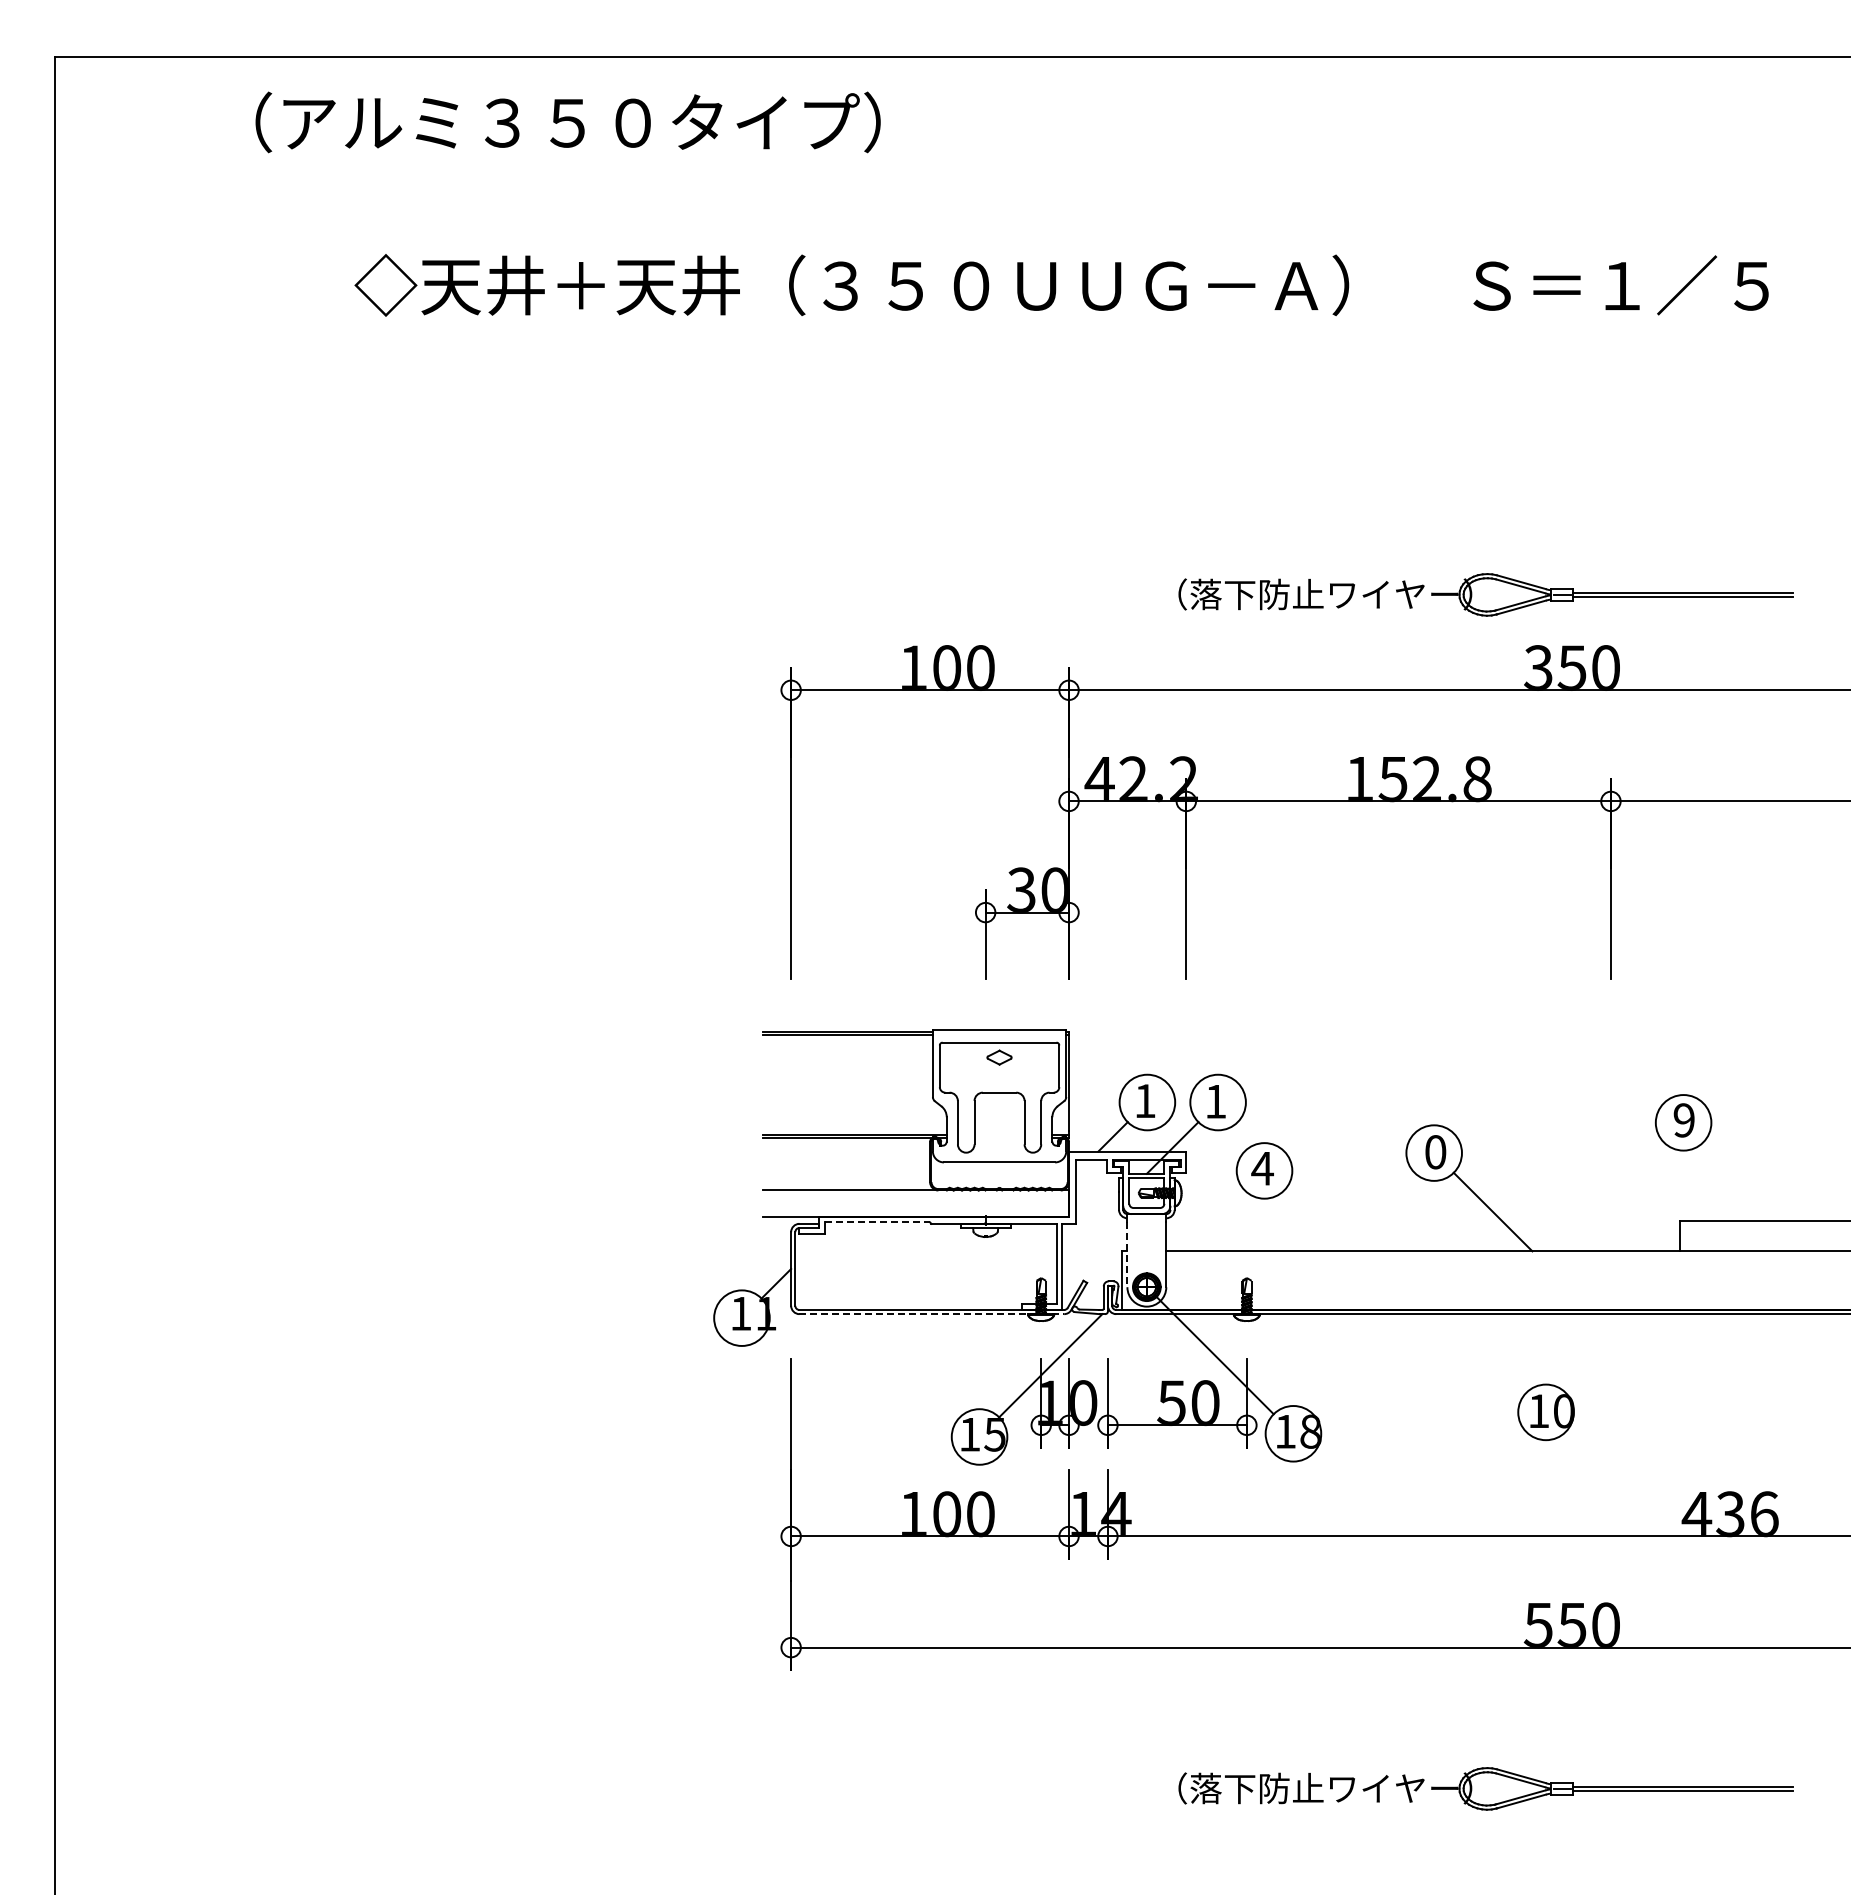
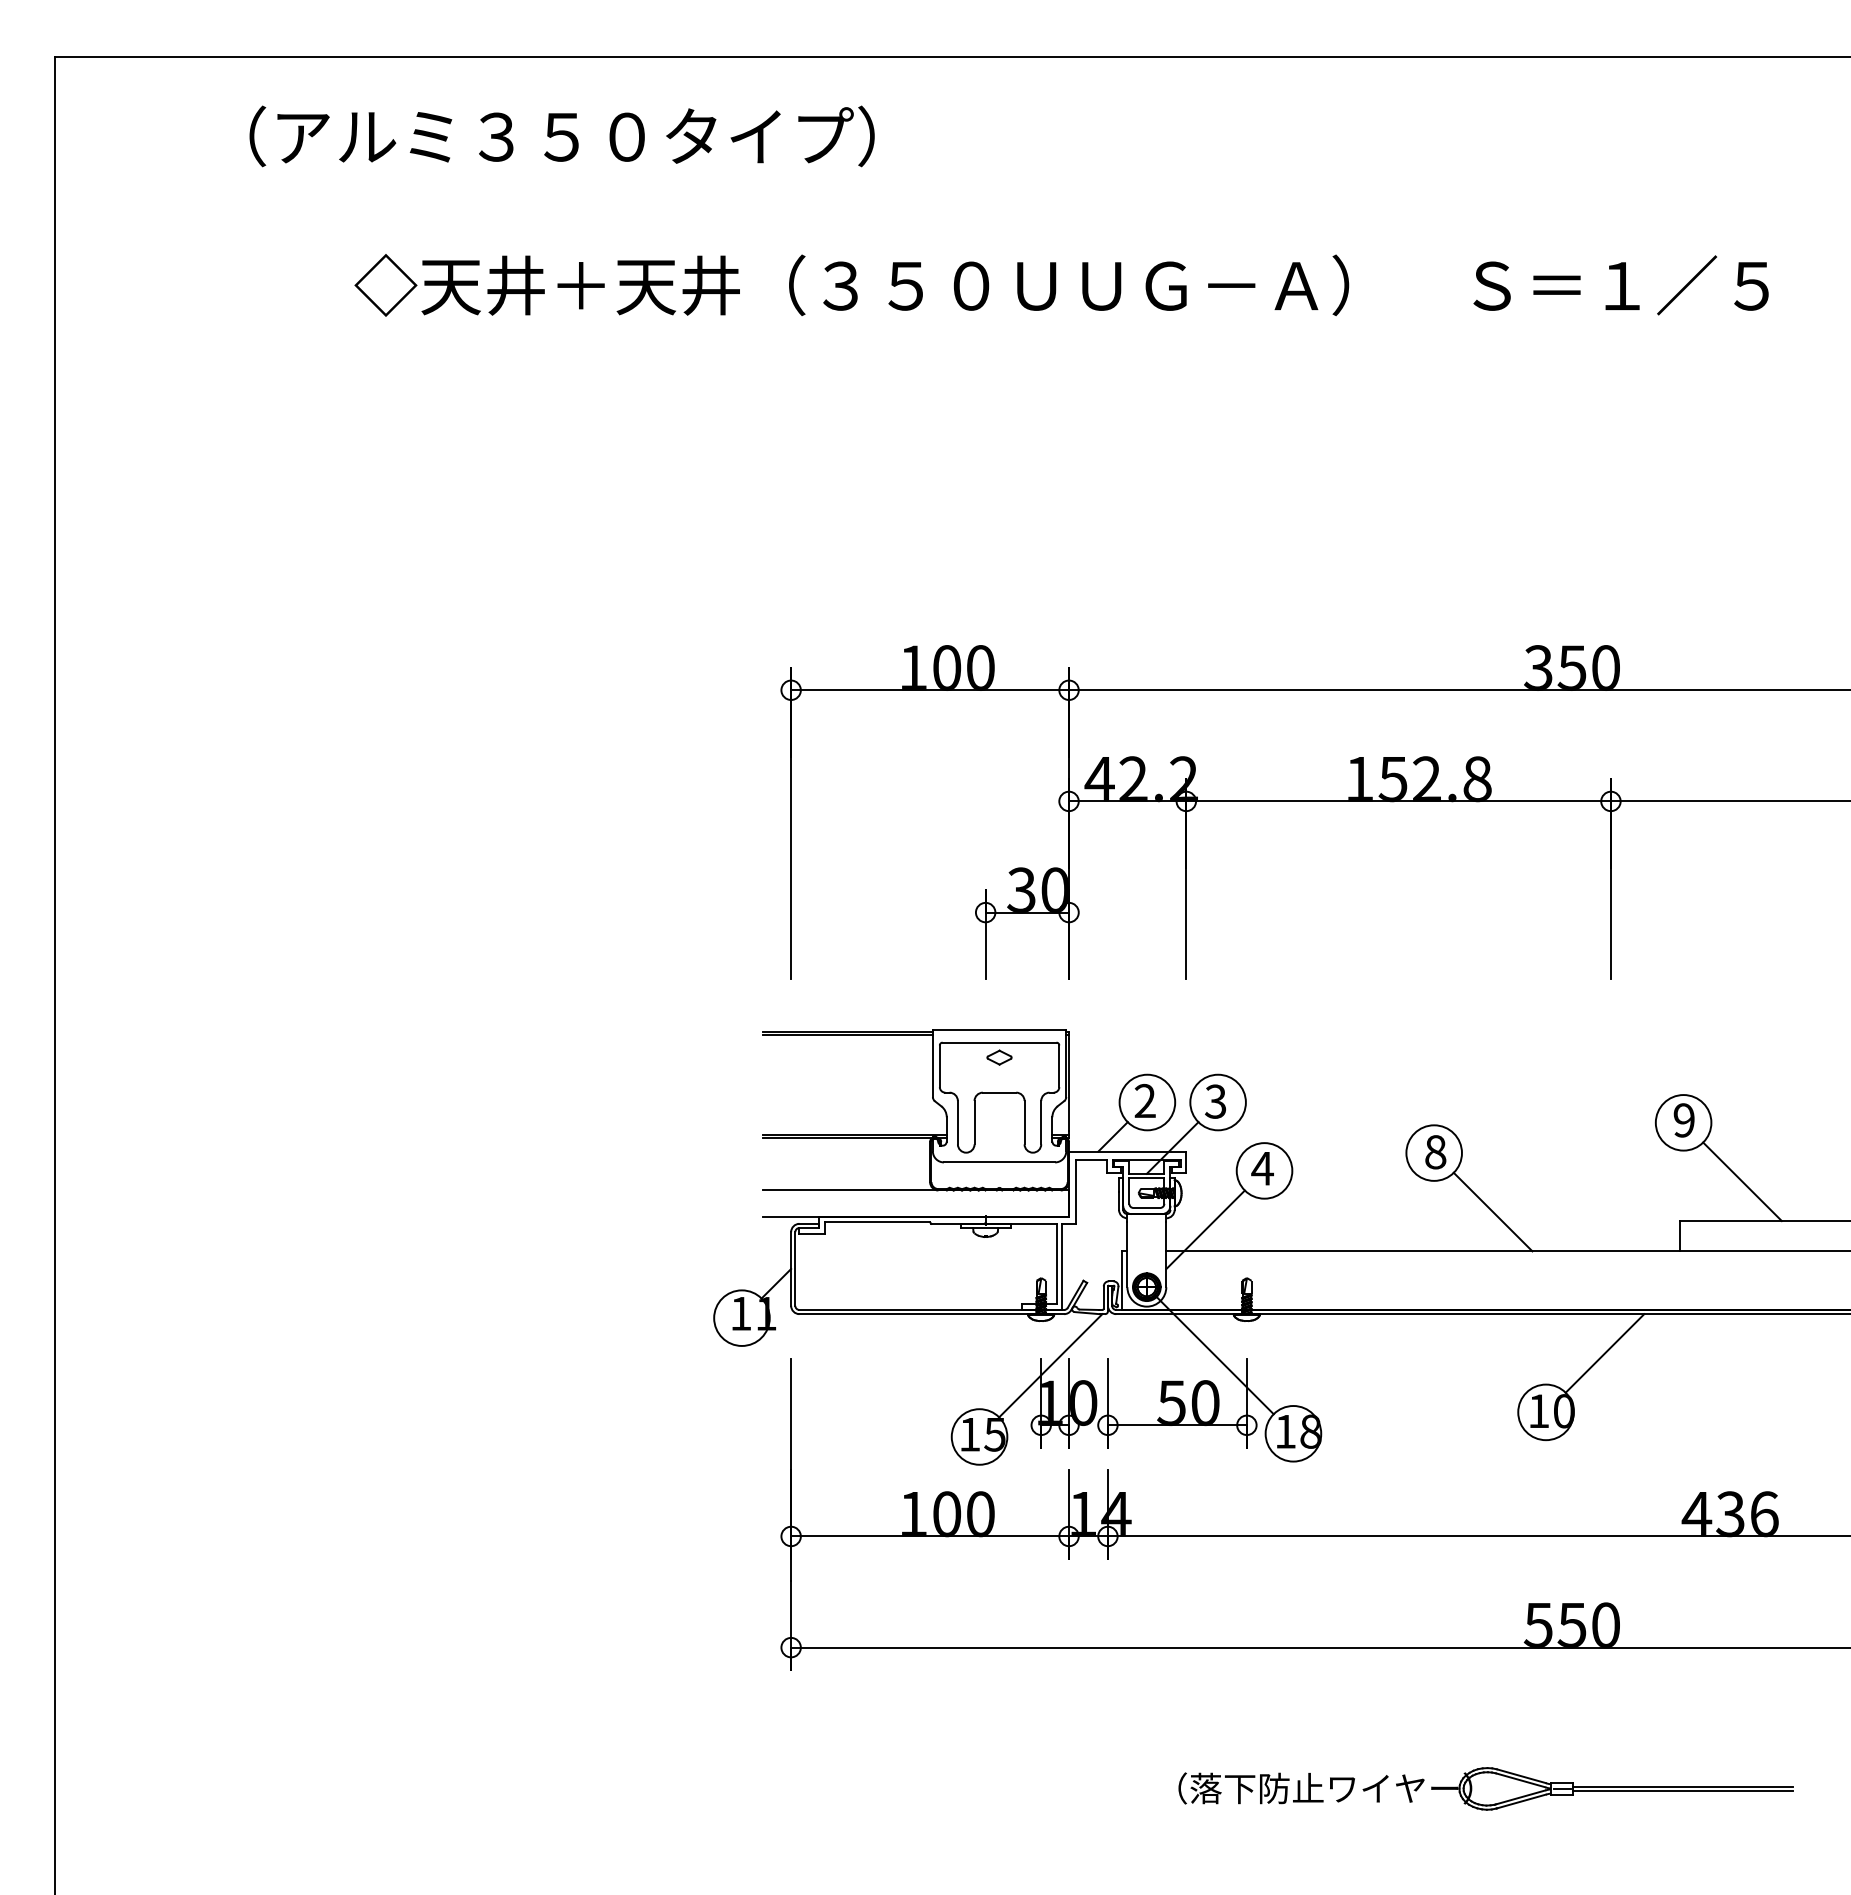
text at (567, 122) position: (567, 122) -> (561, 136)
part at (1485, 594): present -> none
text at (1144, 1100): 1 -> 2
text at (1215, 1101): 1 -> 3
text at (1435, 1152): 0 -> 8
line at (1742, 1181): none -> present
line at (877, 1222): dashed -> solid
line at (1205, 1229): none -> present
line at (1127, 1255): dashed -> solid
line at (932, 1314): dashed -> solid
line at (1604, 1353): none -> present
